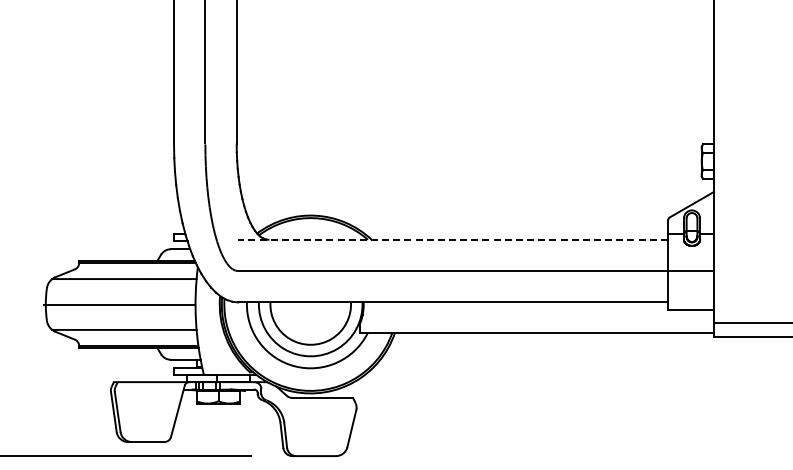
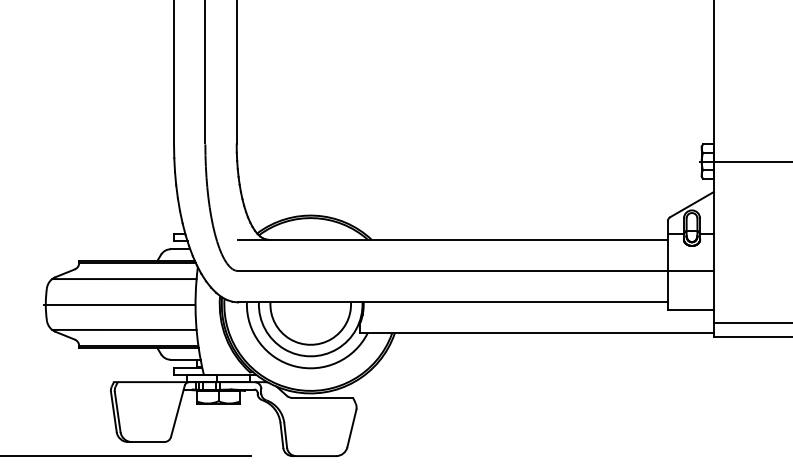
line at (743, 161): none -> present
line at (453, 239): dashed -> solid
